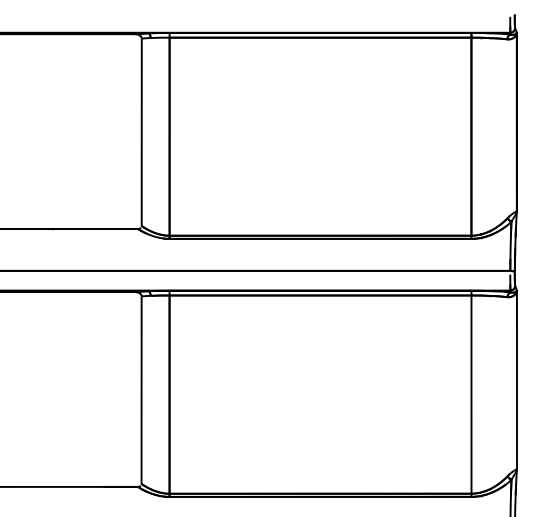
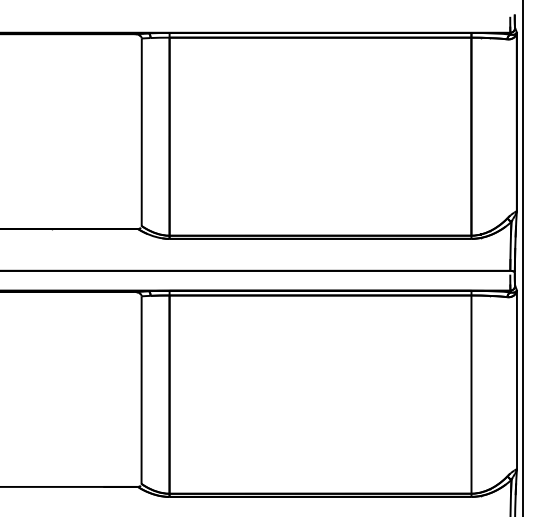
line at (523, 257): none -> present
